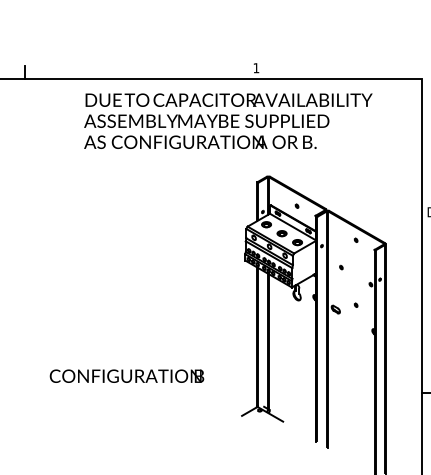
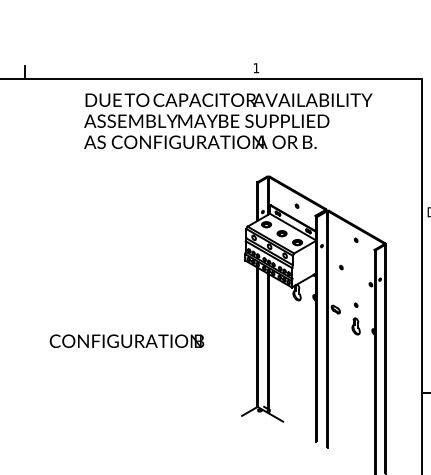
part at (355, 326): none -> present
text at (126, 375) position: (126, 375) -> (126, 340)
